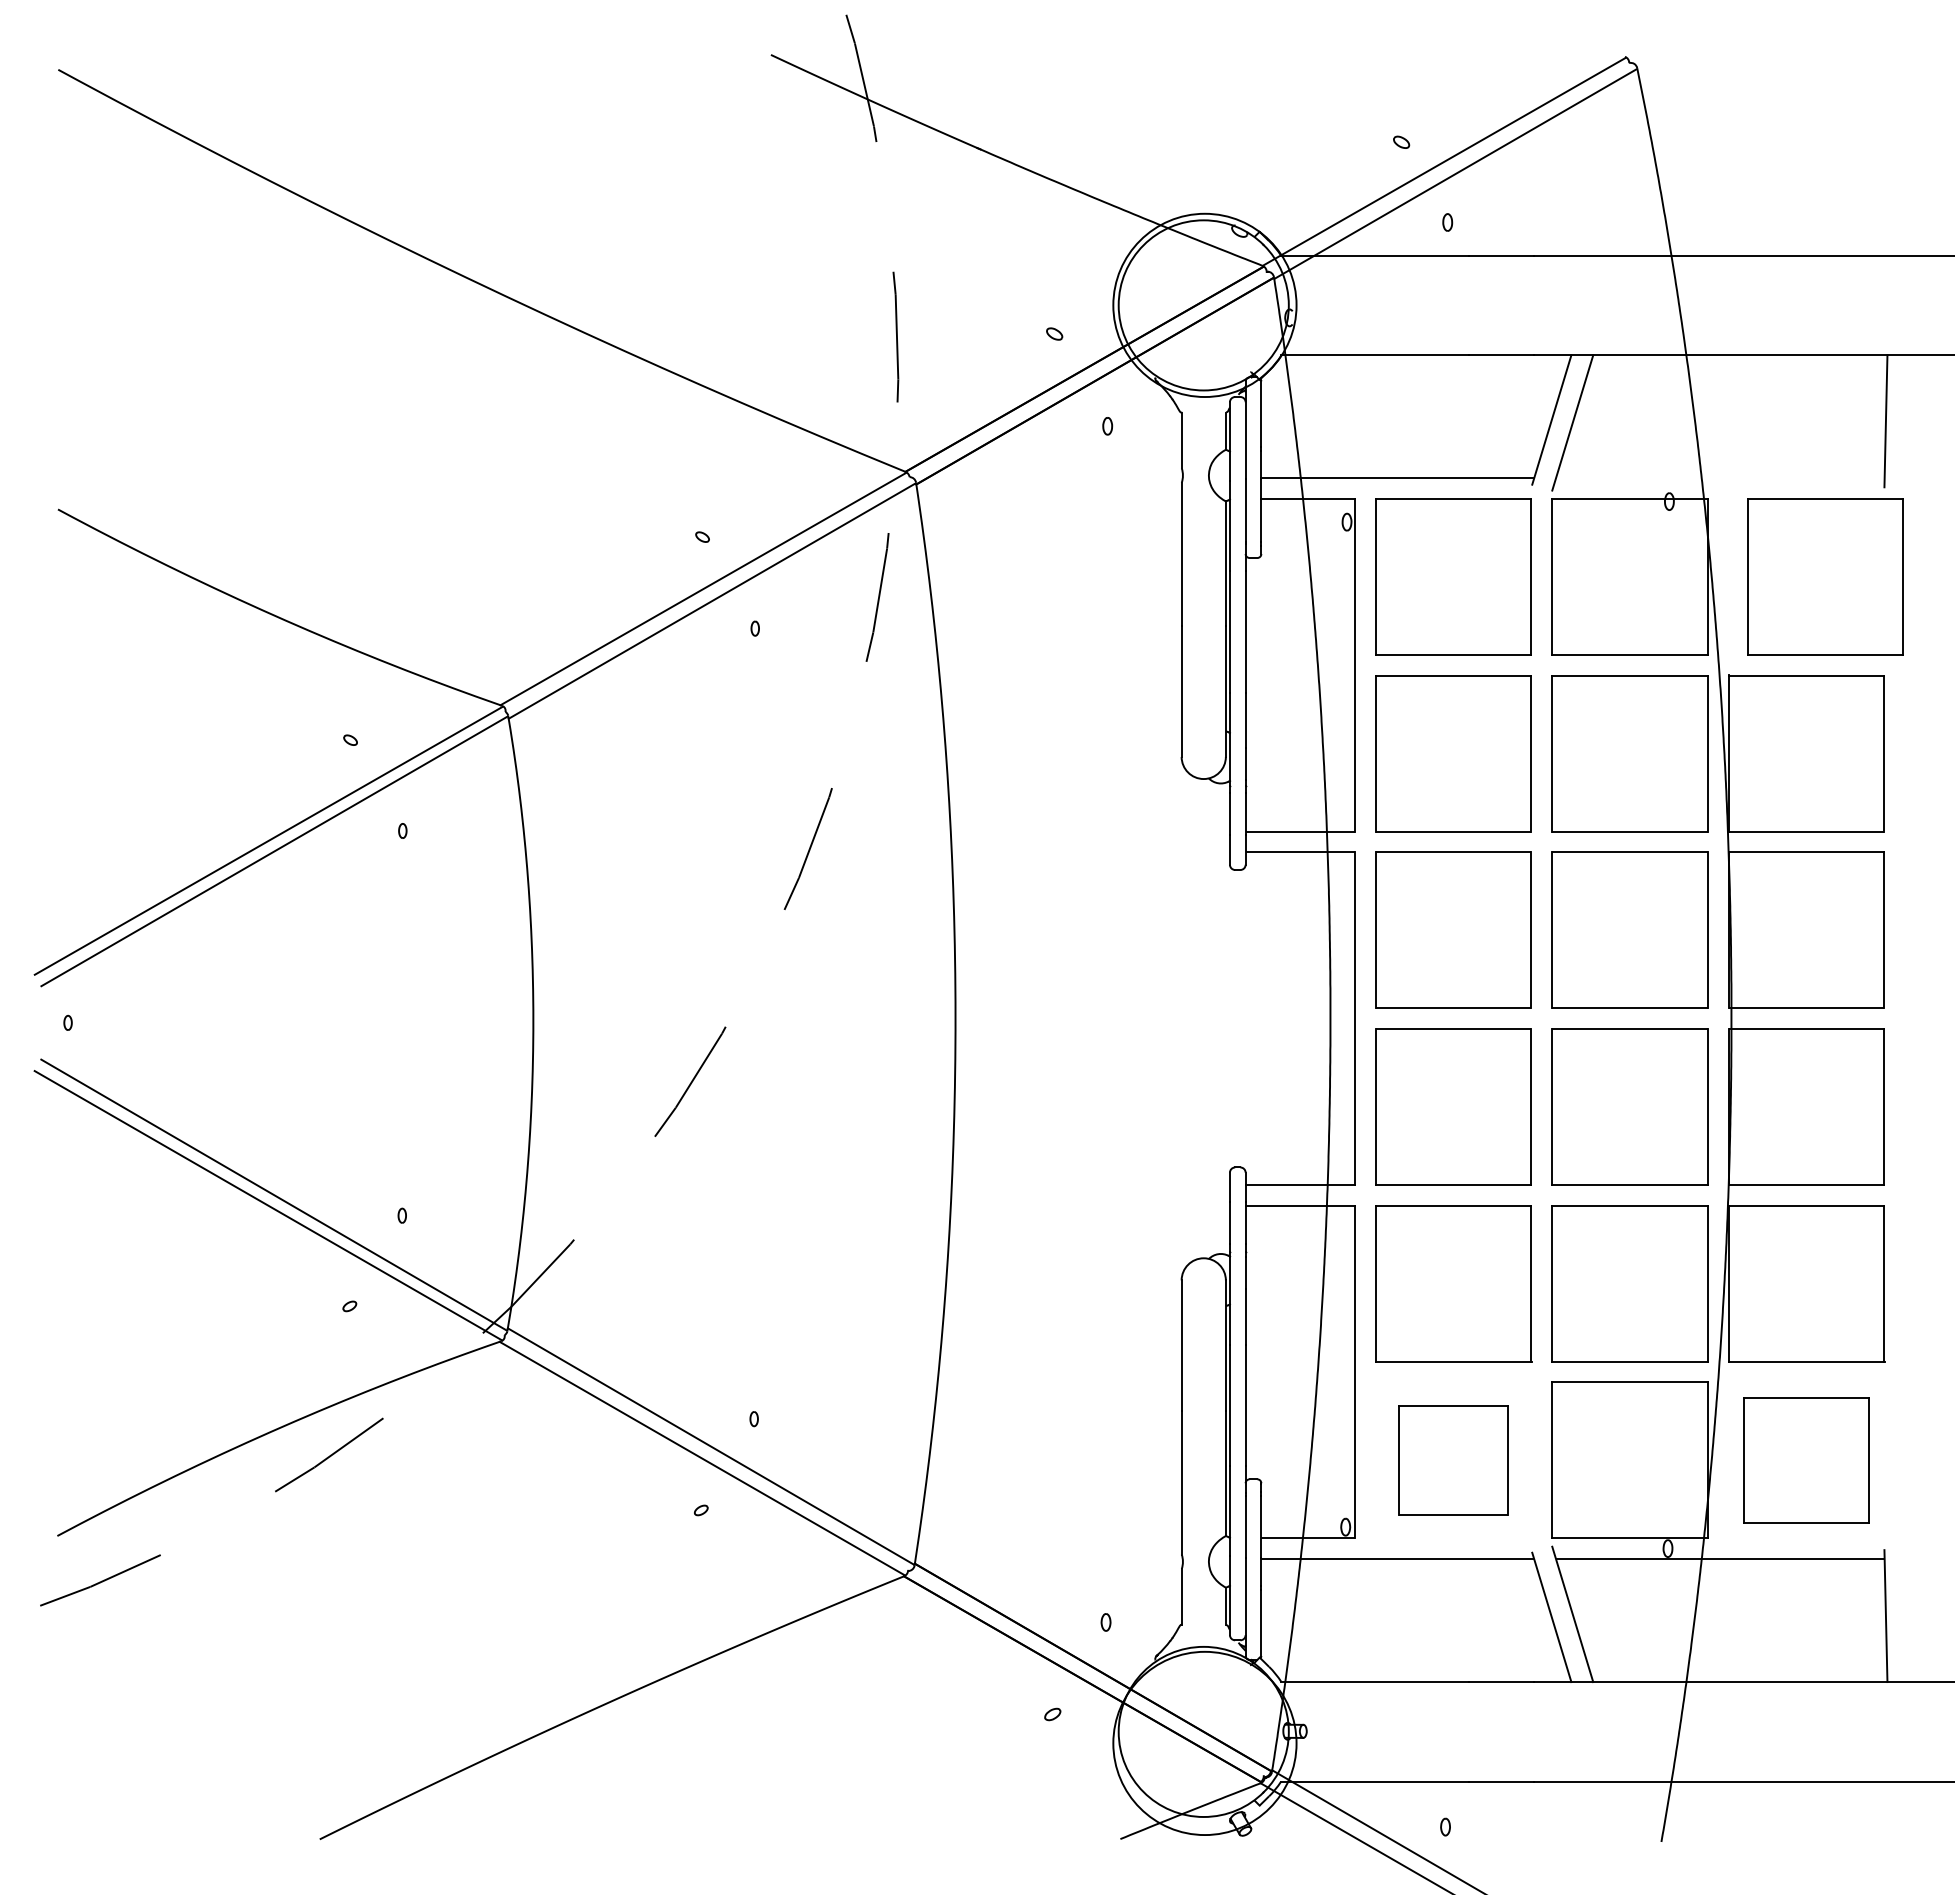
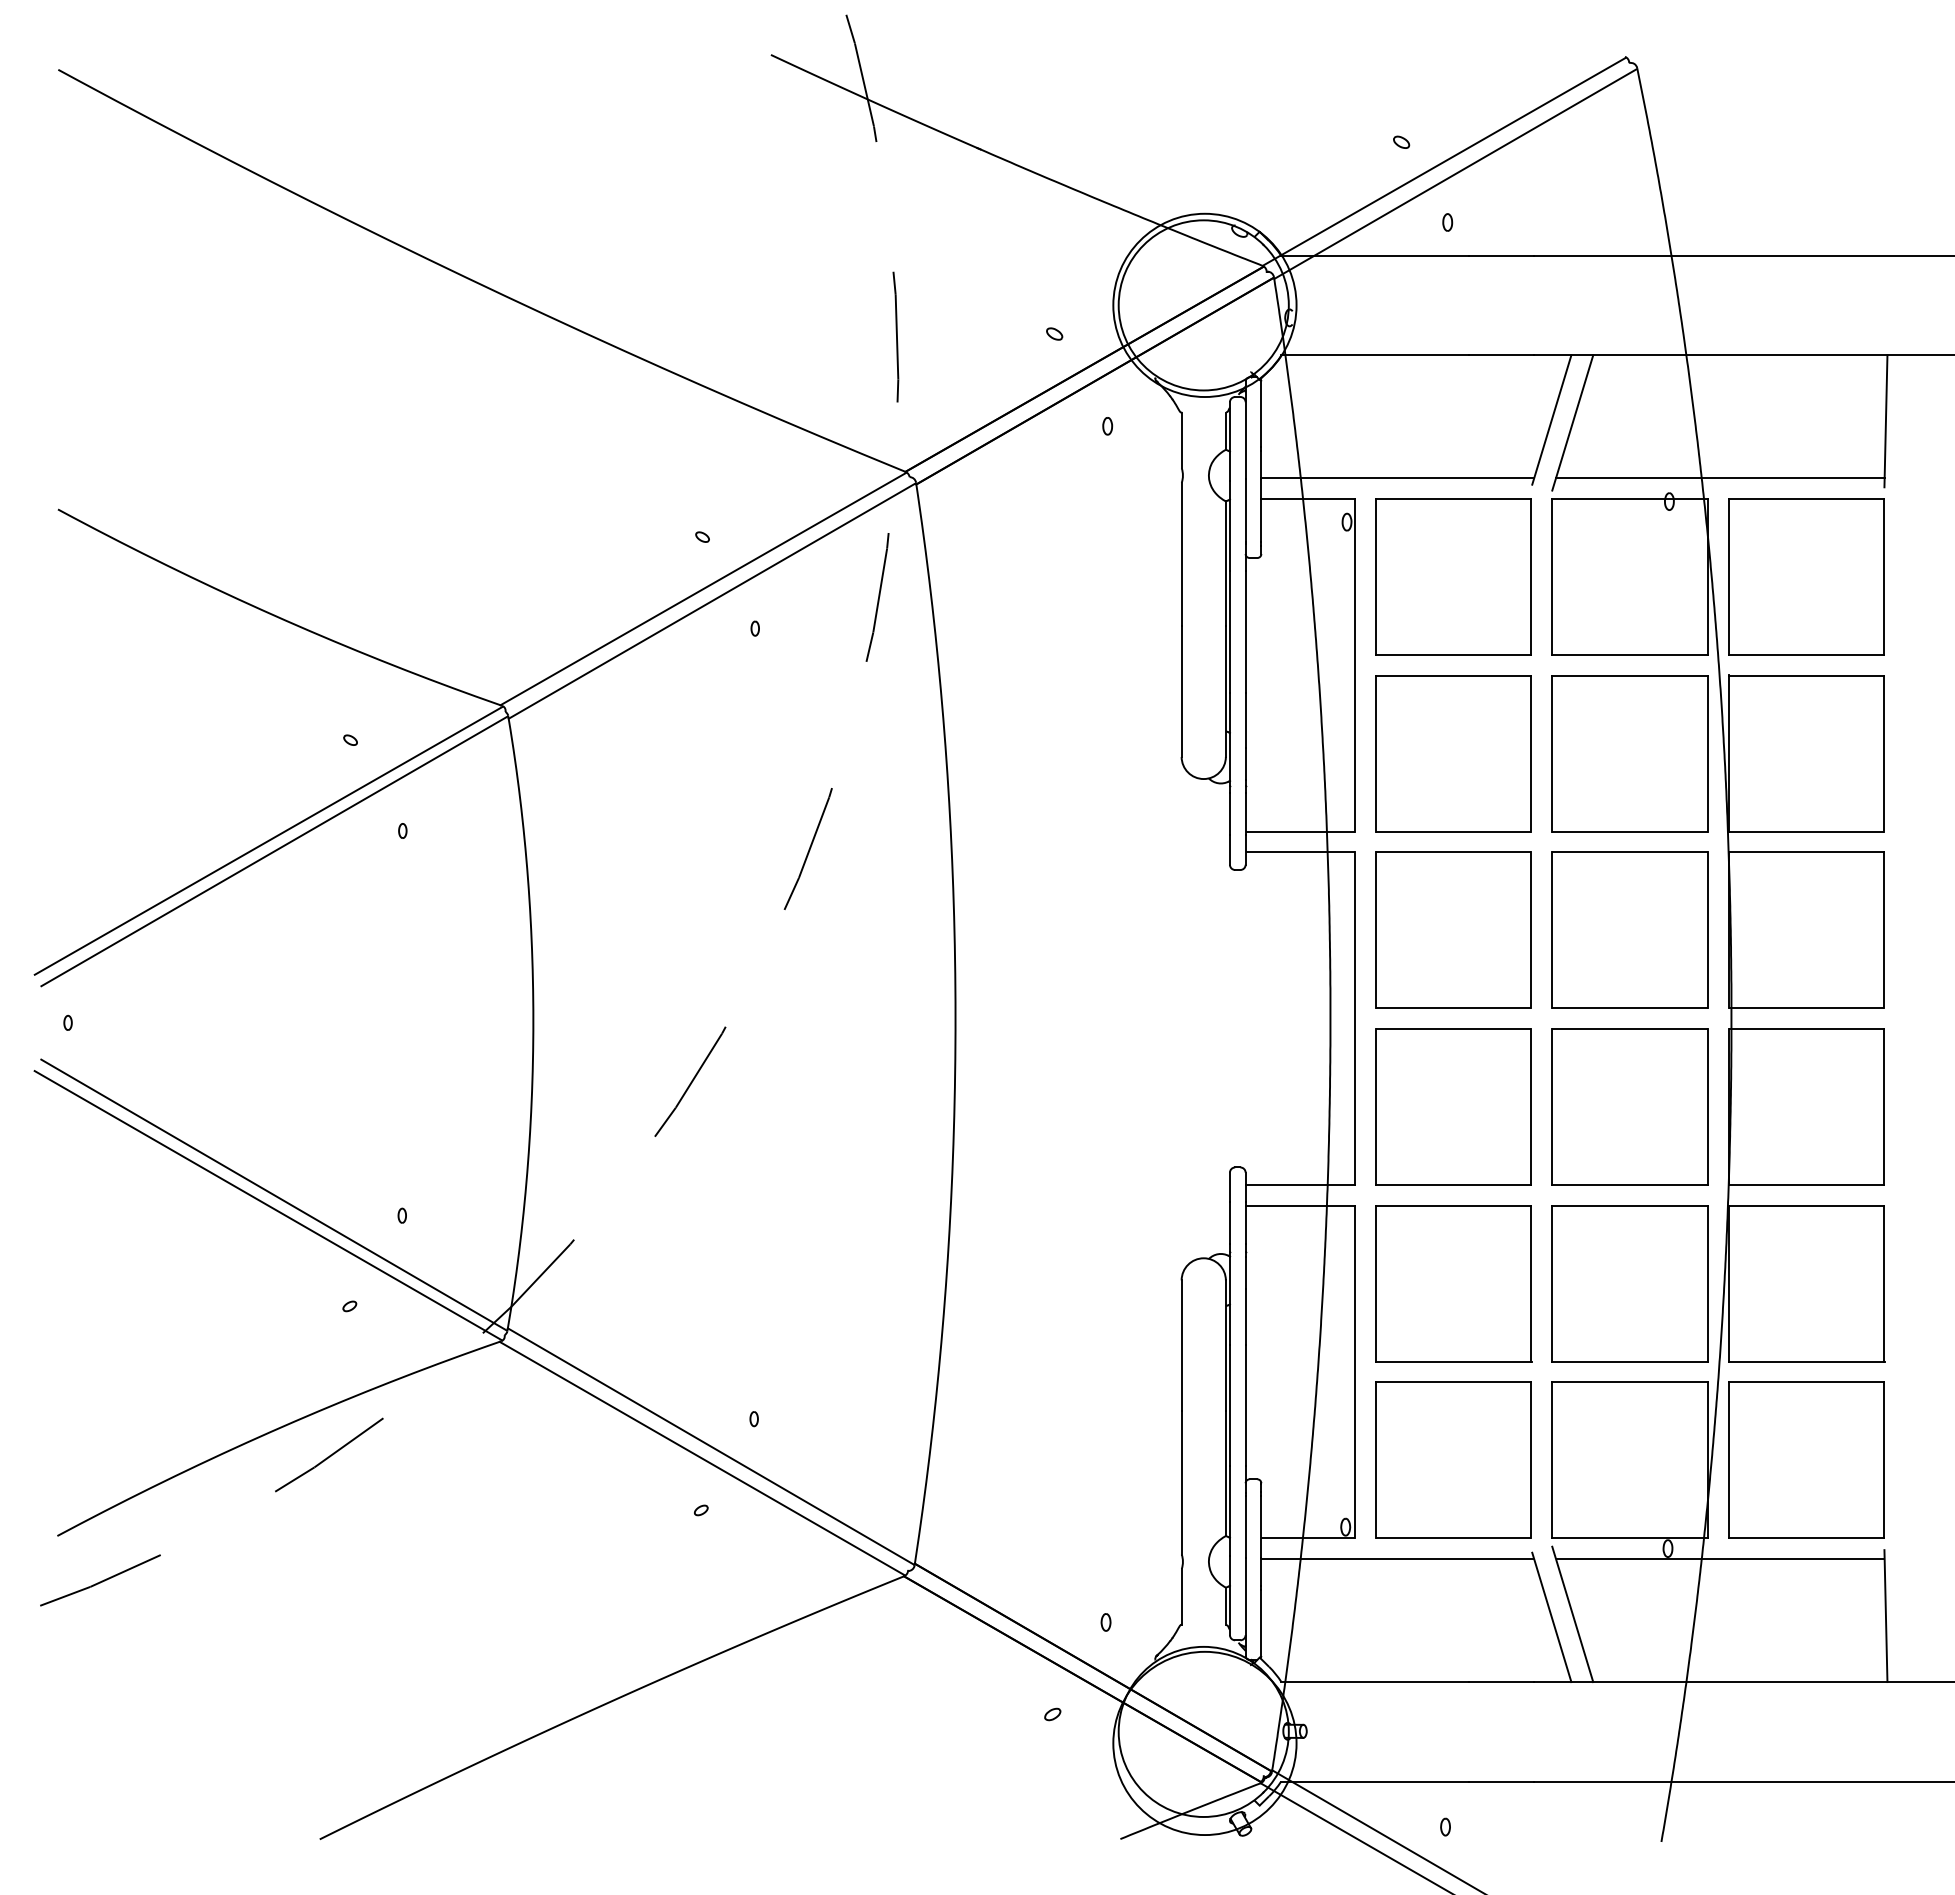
line at (1720, 478): none -> present
part at (1825, 576) position: (1825, 576) -> (1806, 576)
part at (1453, 1460) size: 111x111 px -> 157x158 px
part at (1806, 1460) size: 127x127 px -> 157x158 px
